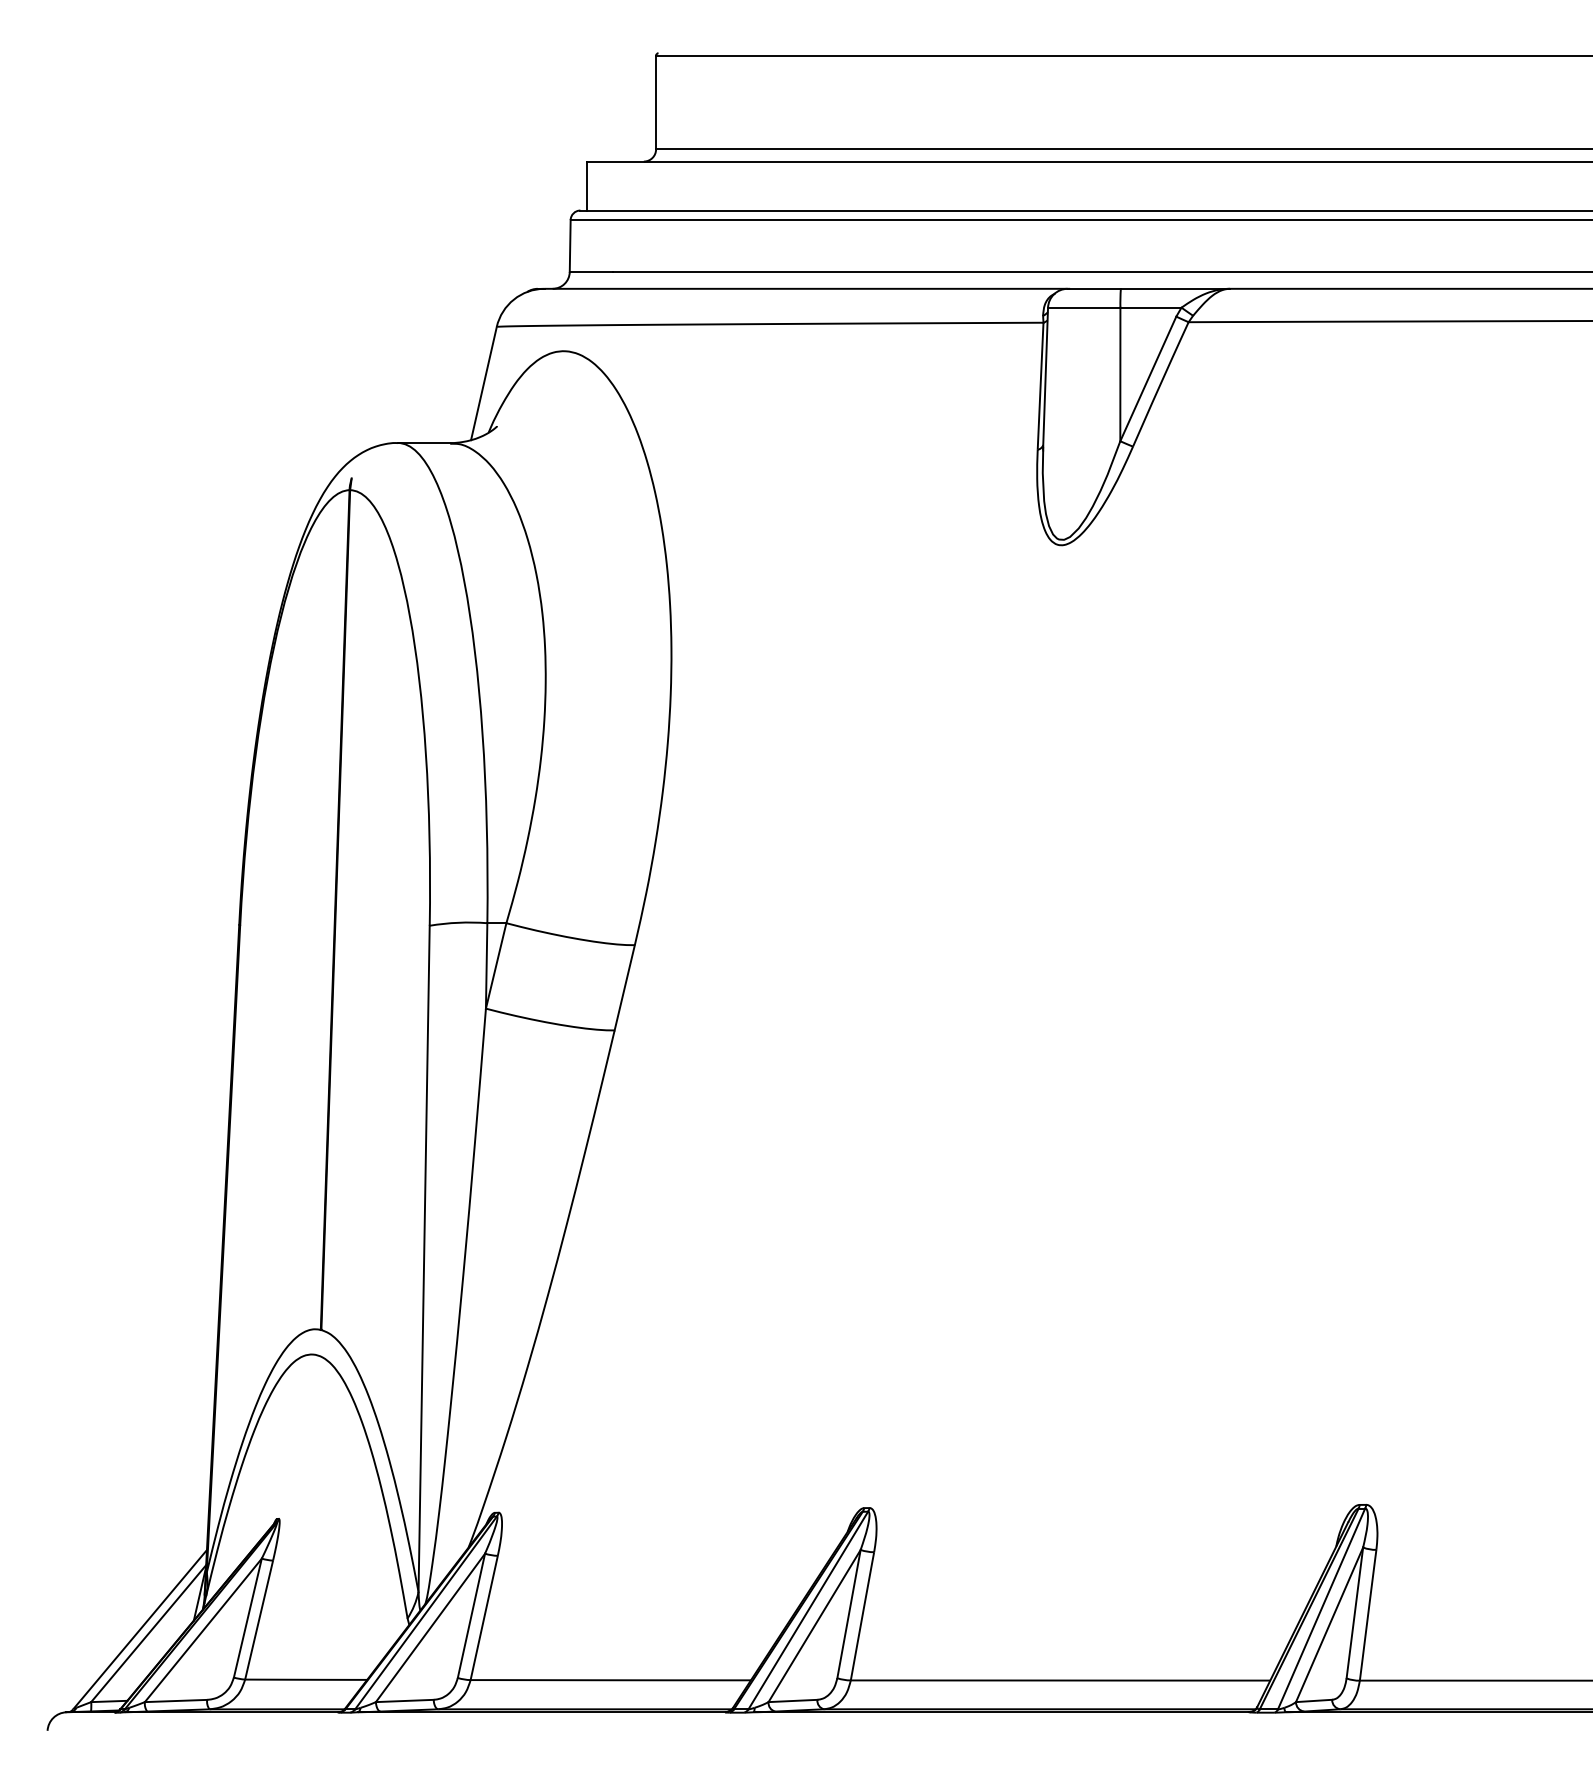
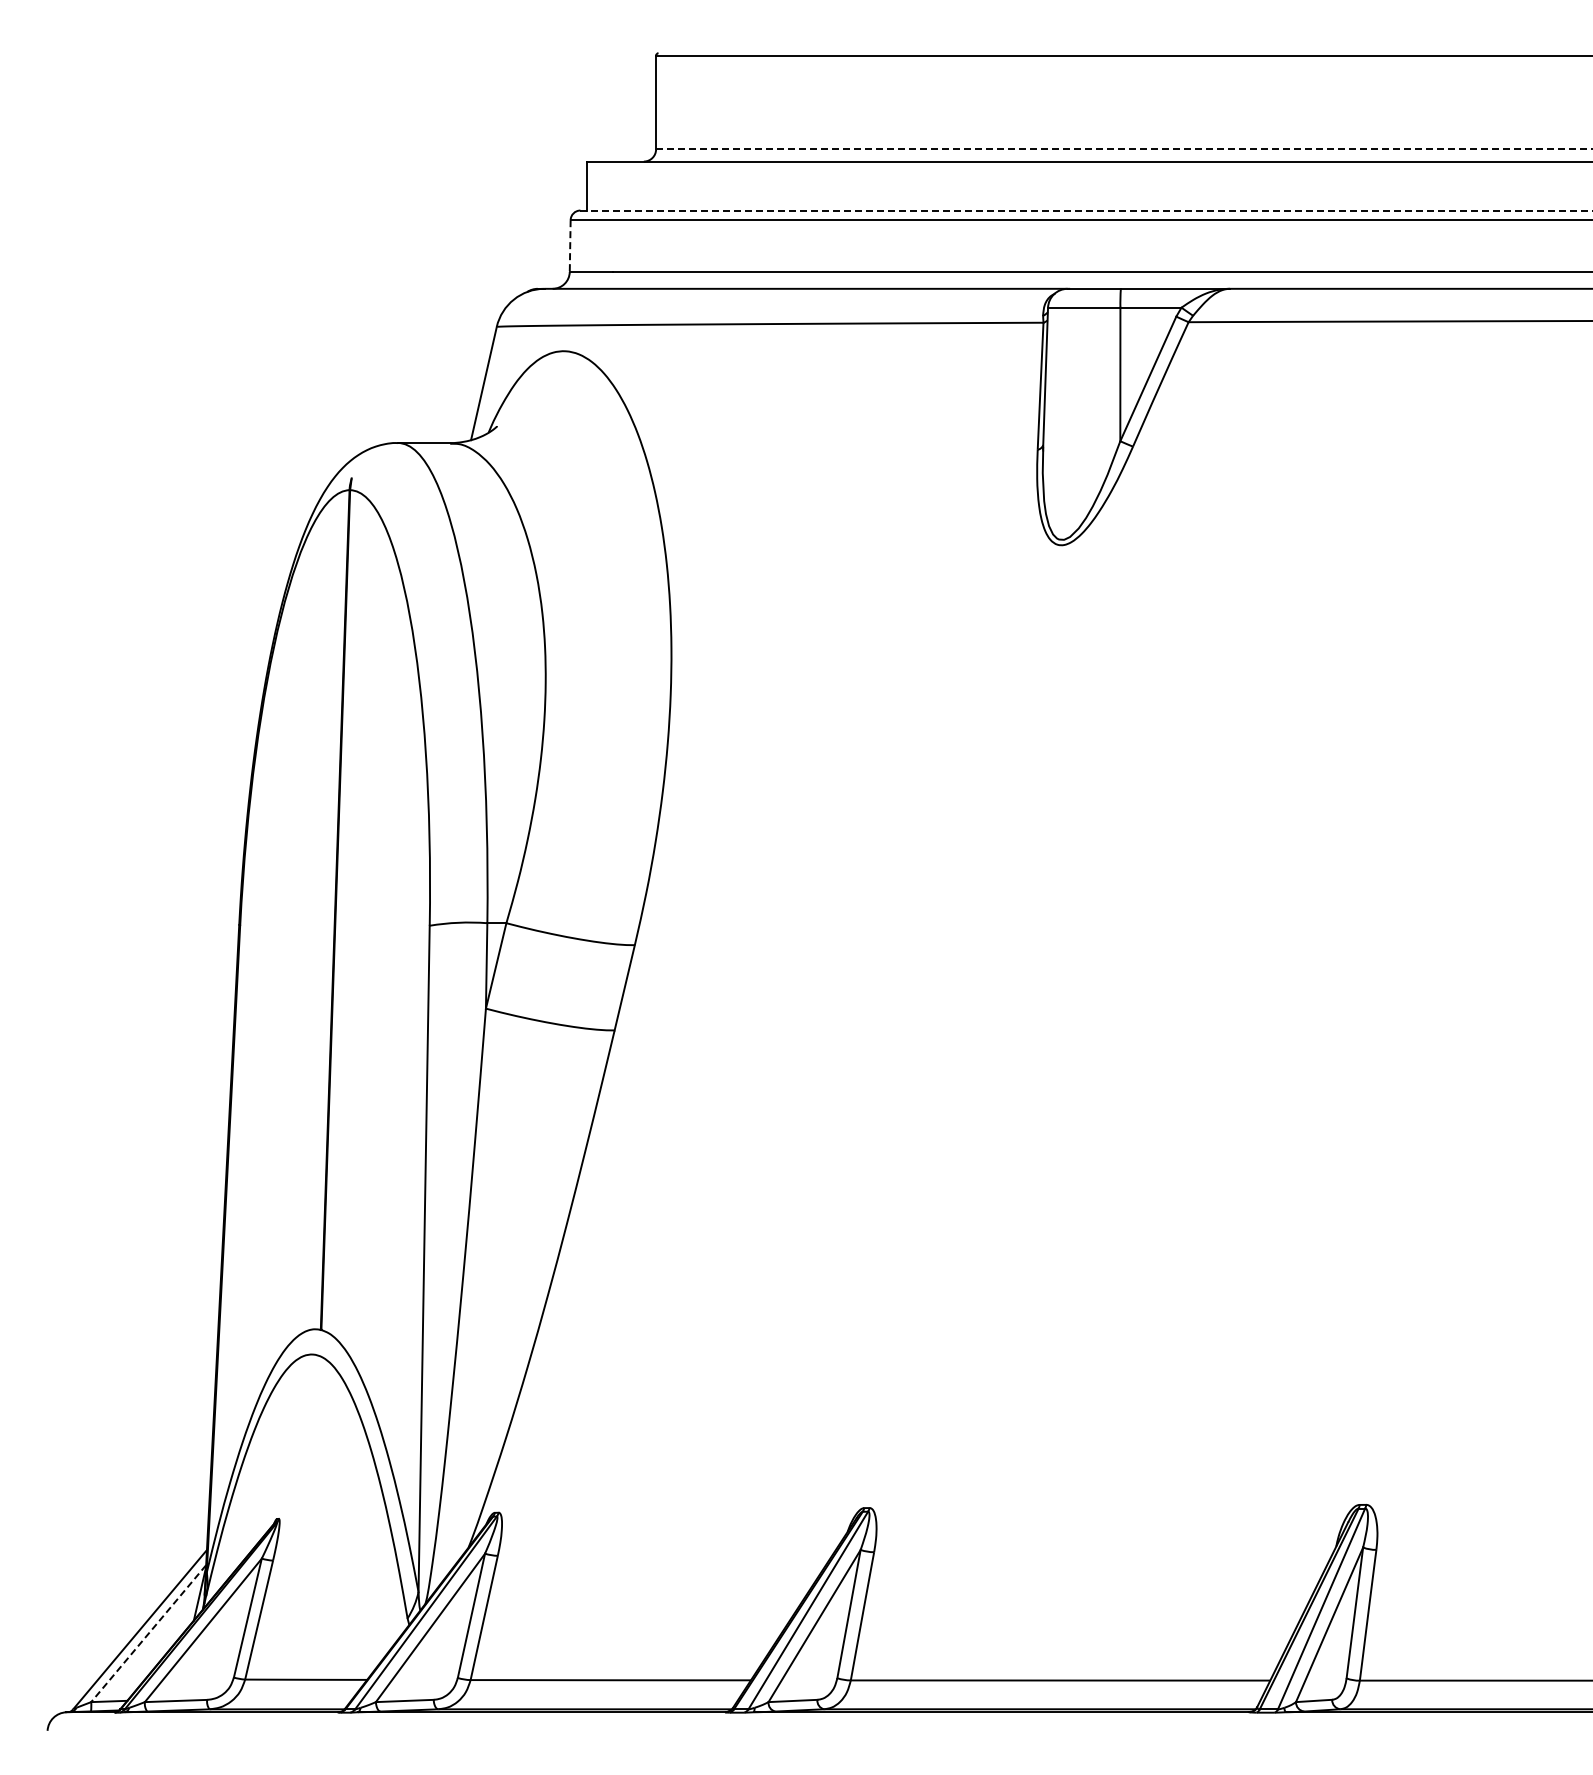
line at (1125, 149): solid -> dashed
line at (1086, 210): solid -> dashed
line at (570, 246): solid -> dashed
line at (148, 1634): solid -> dashed
